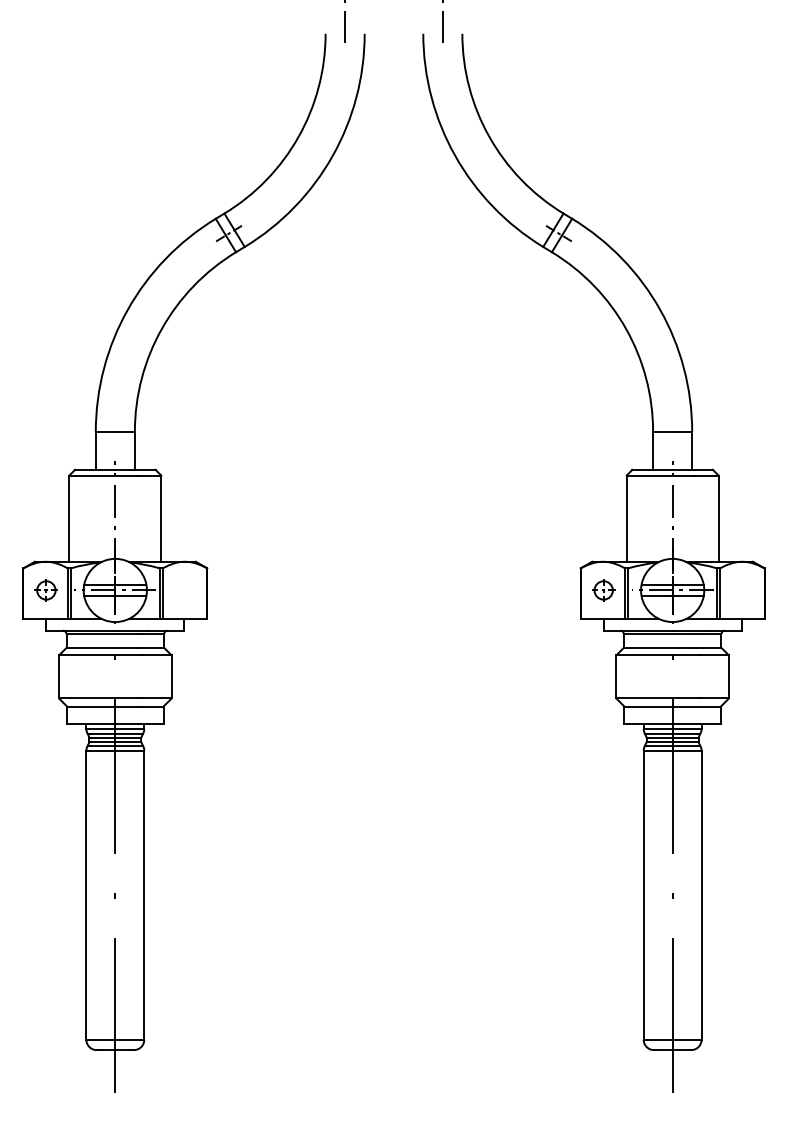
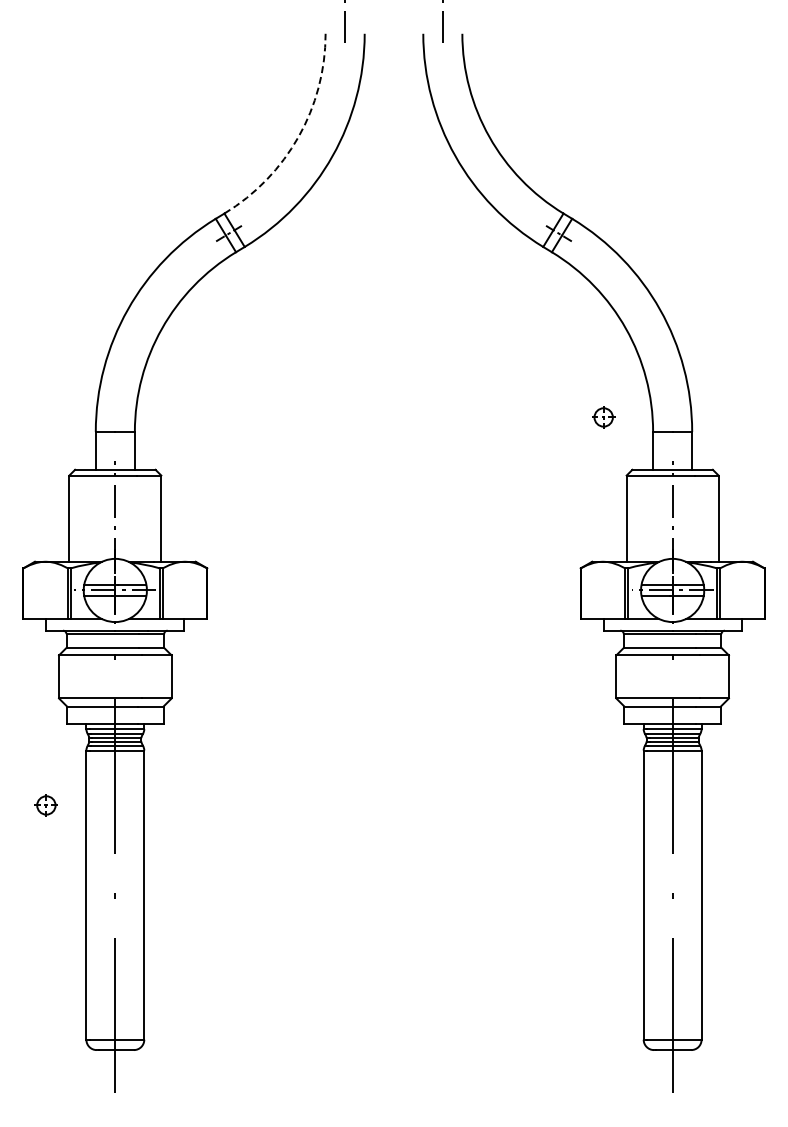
arc at (298, 136): solid -> dashed
part at (45, 590) position: (45, 590) -> (45, 805)
part at (603, 590) position: (603, 590) -> (603, 417)
